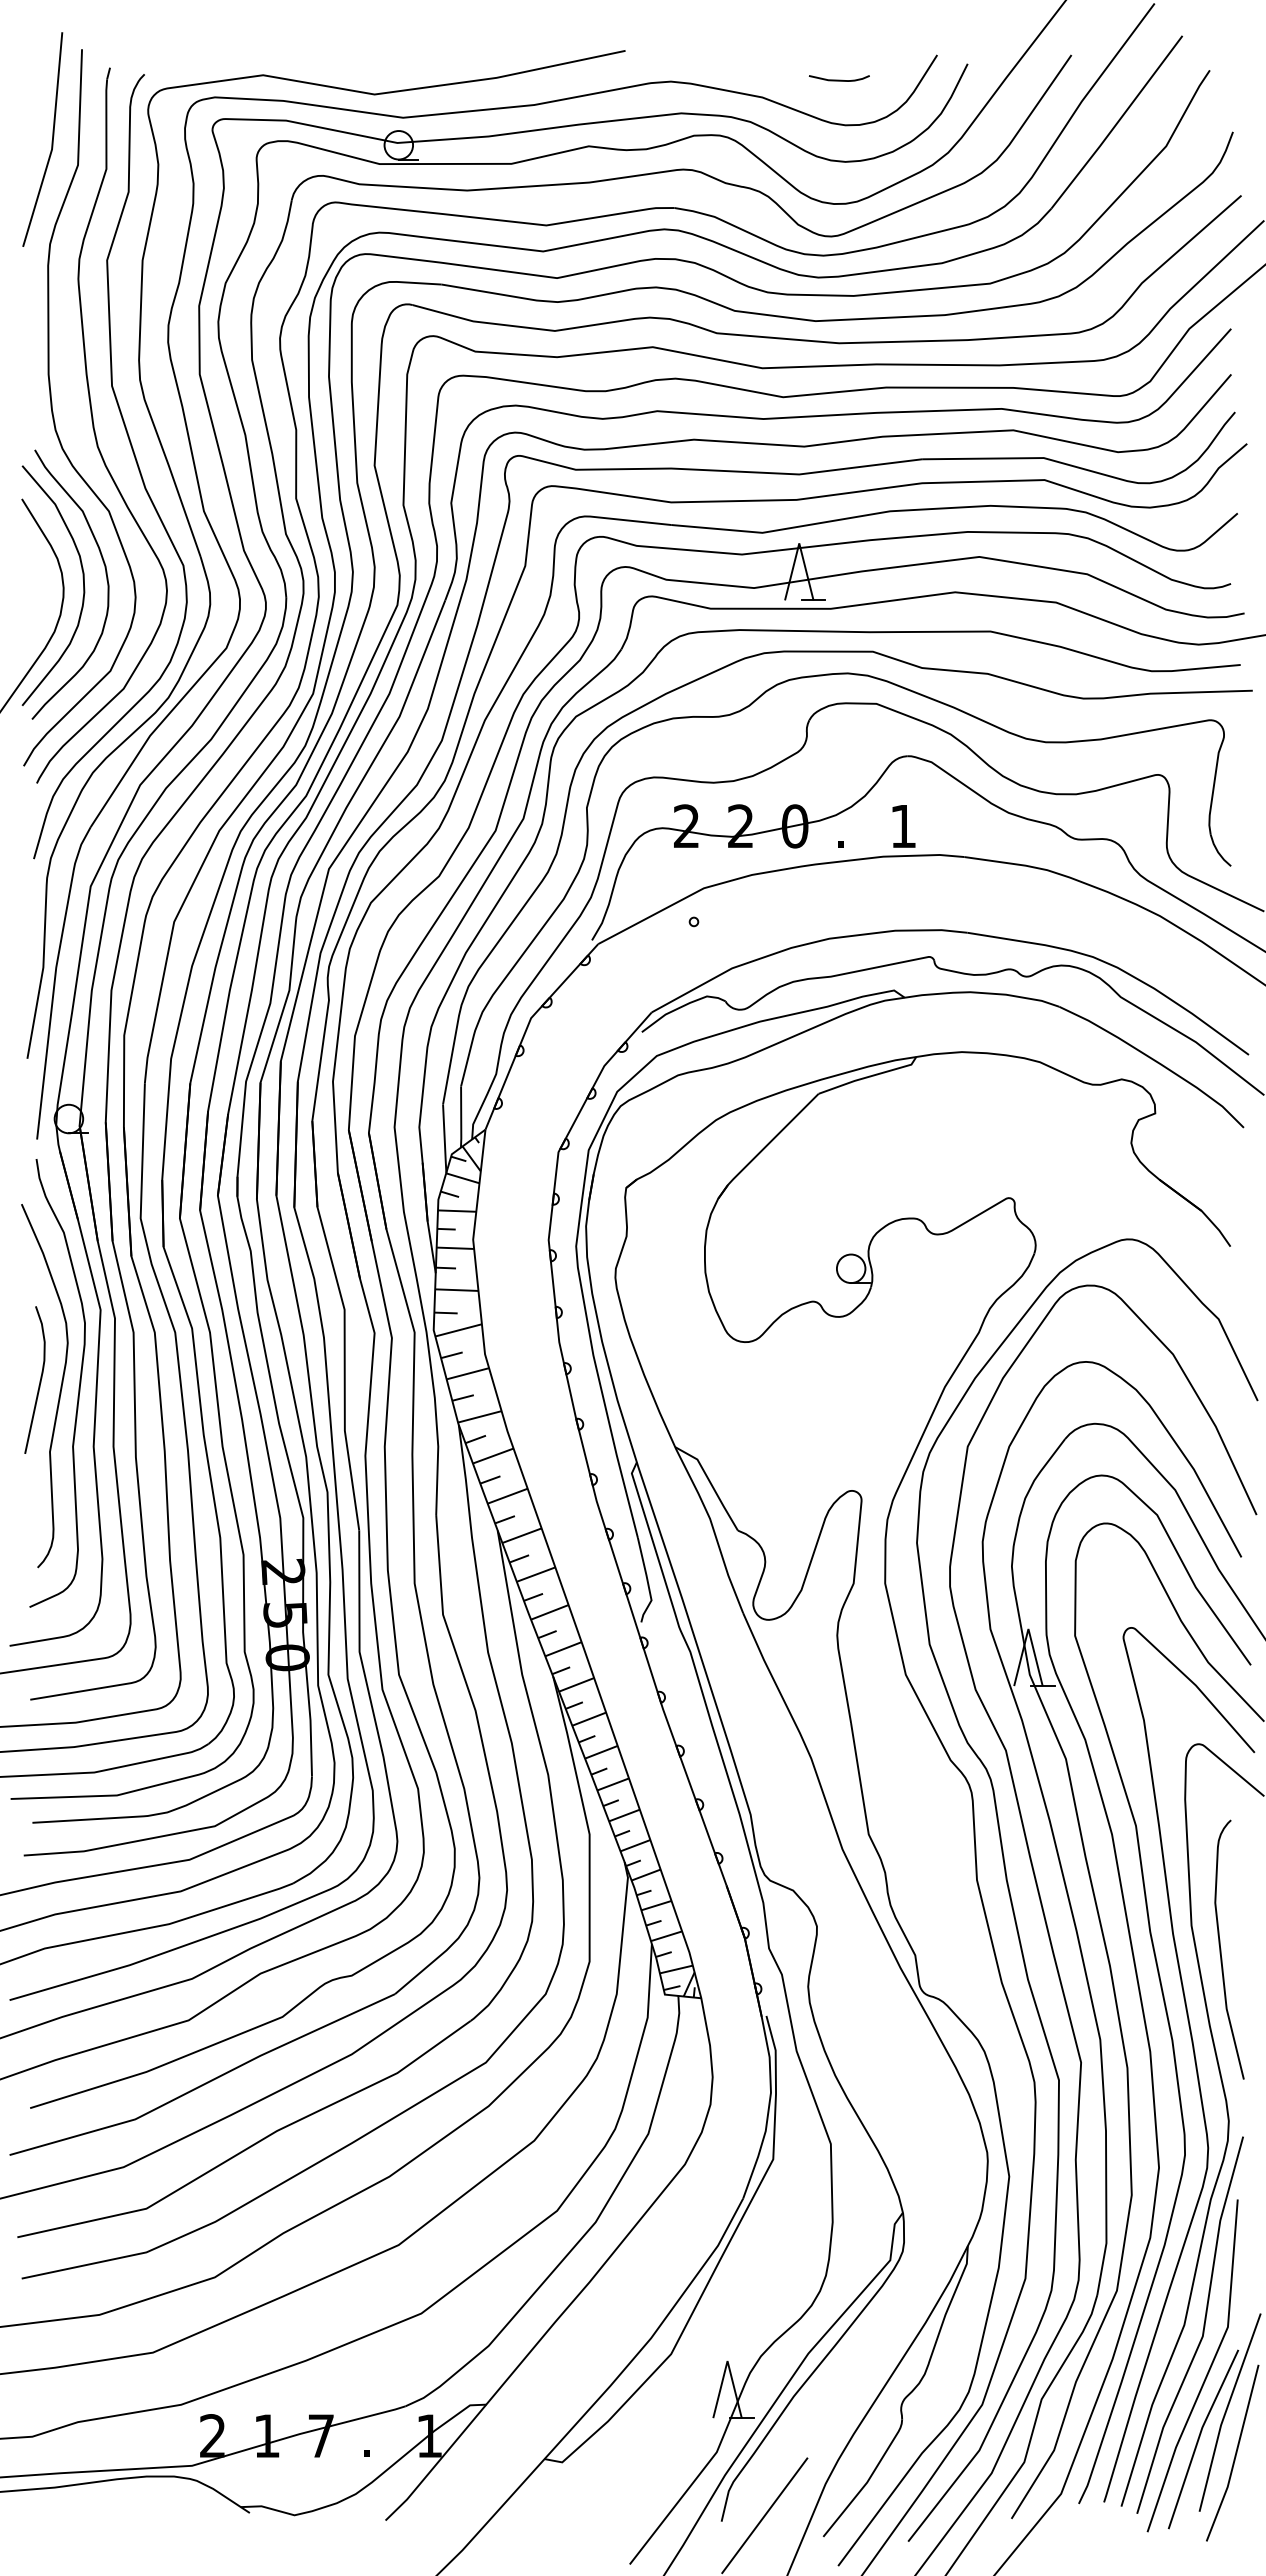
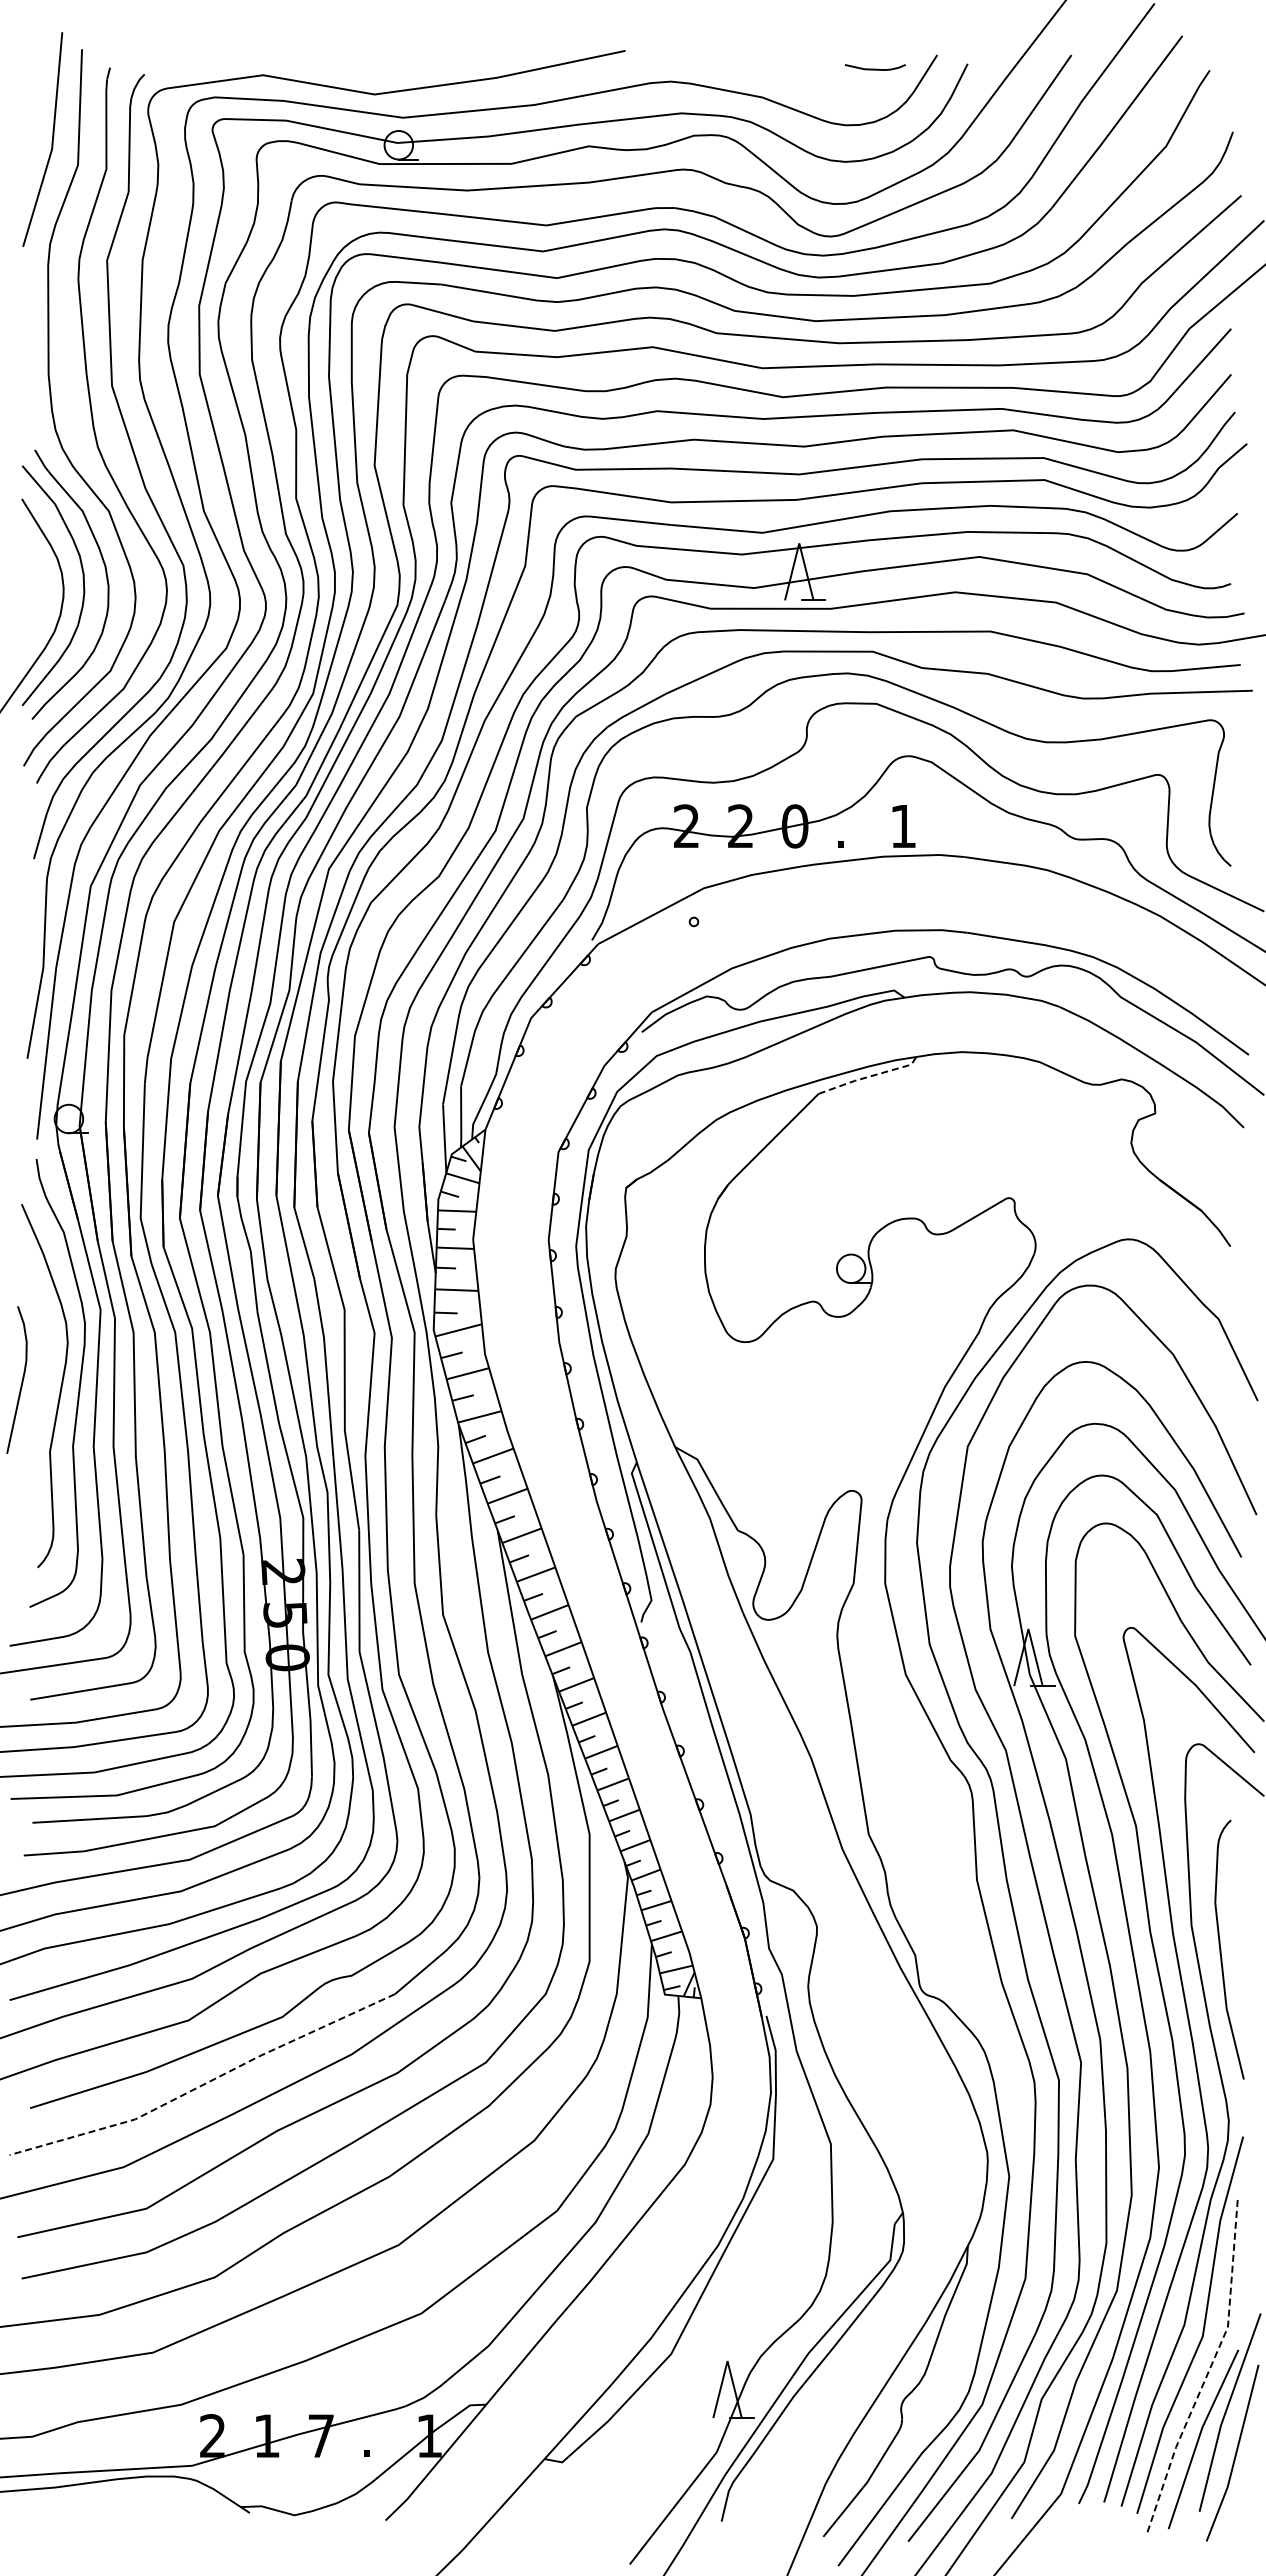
curve at (839, 79) position: (839, 79) -> (875, 68)
line at (869, 1076): solid -> dashed
curve at (39, 1380) position: (39, 1380) -> (21, 1380)
line at (205, 2083): solid -> dashed
line at (1209, 2369): solid -> dashed
line at (764, 2515): present -> none
